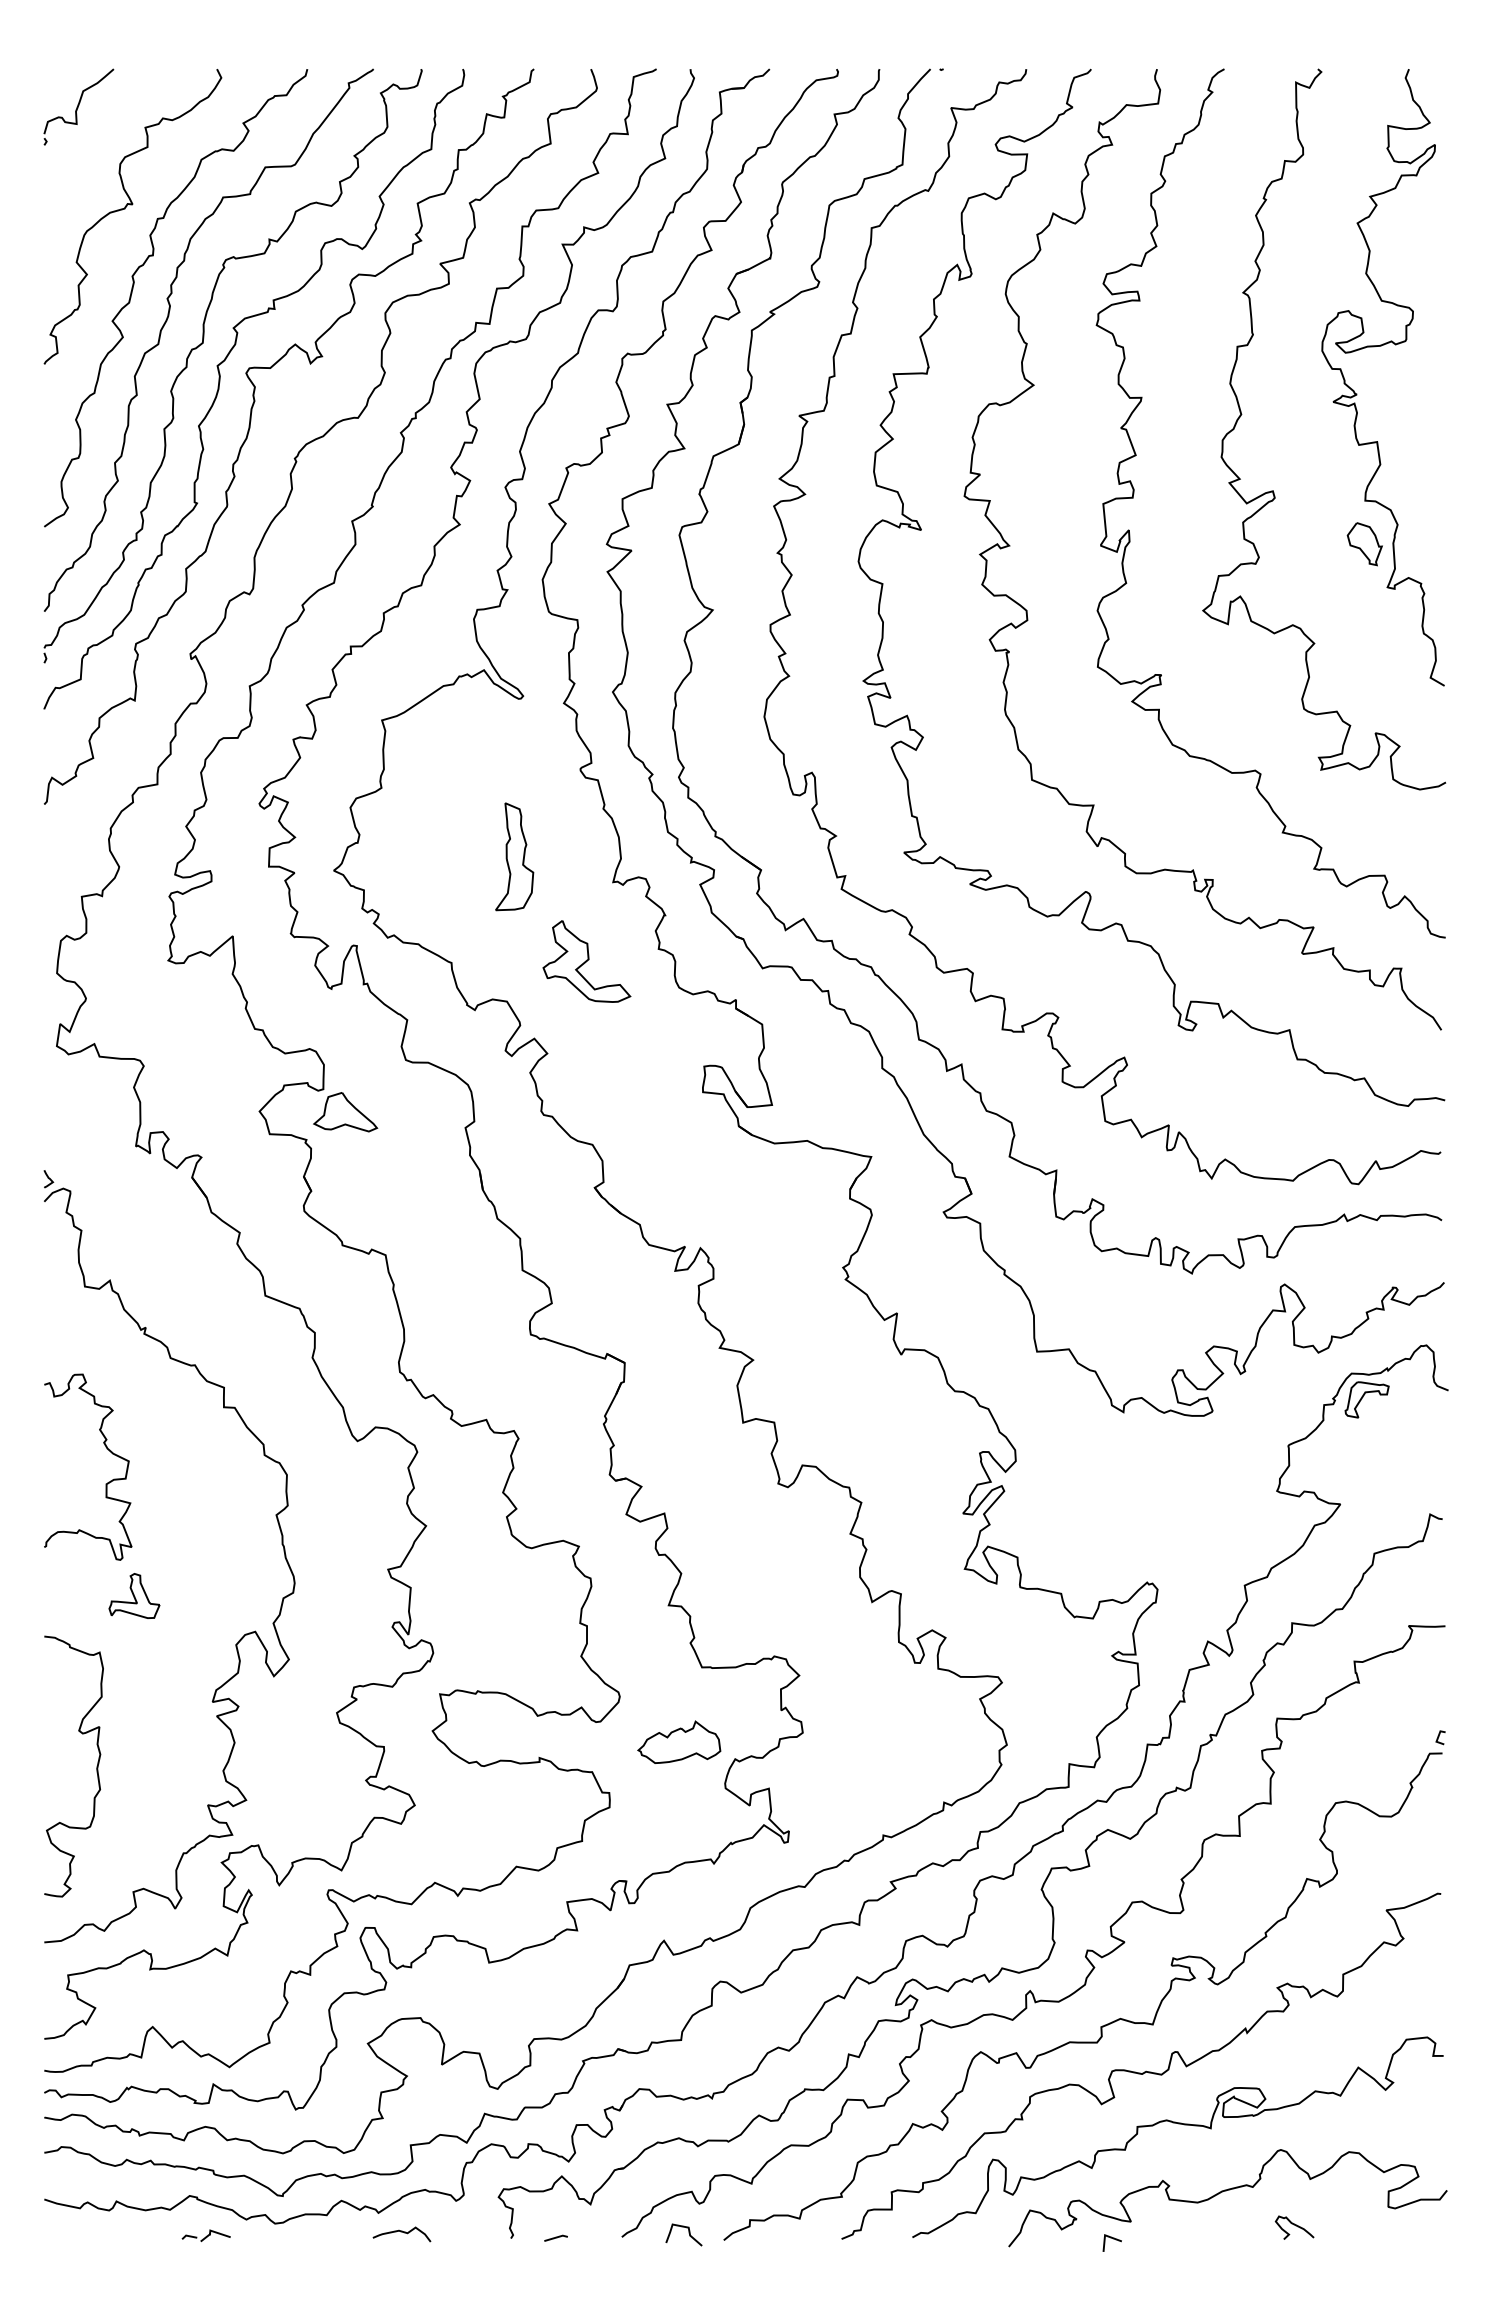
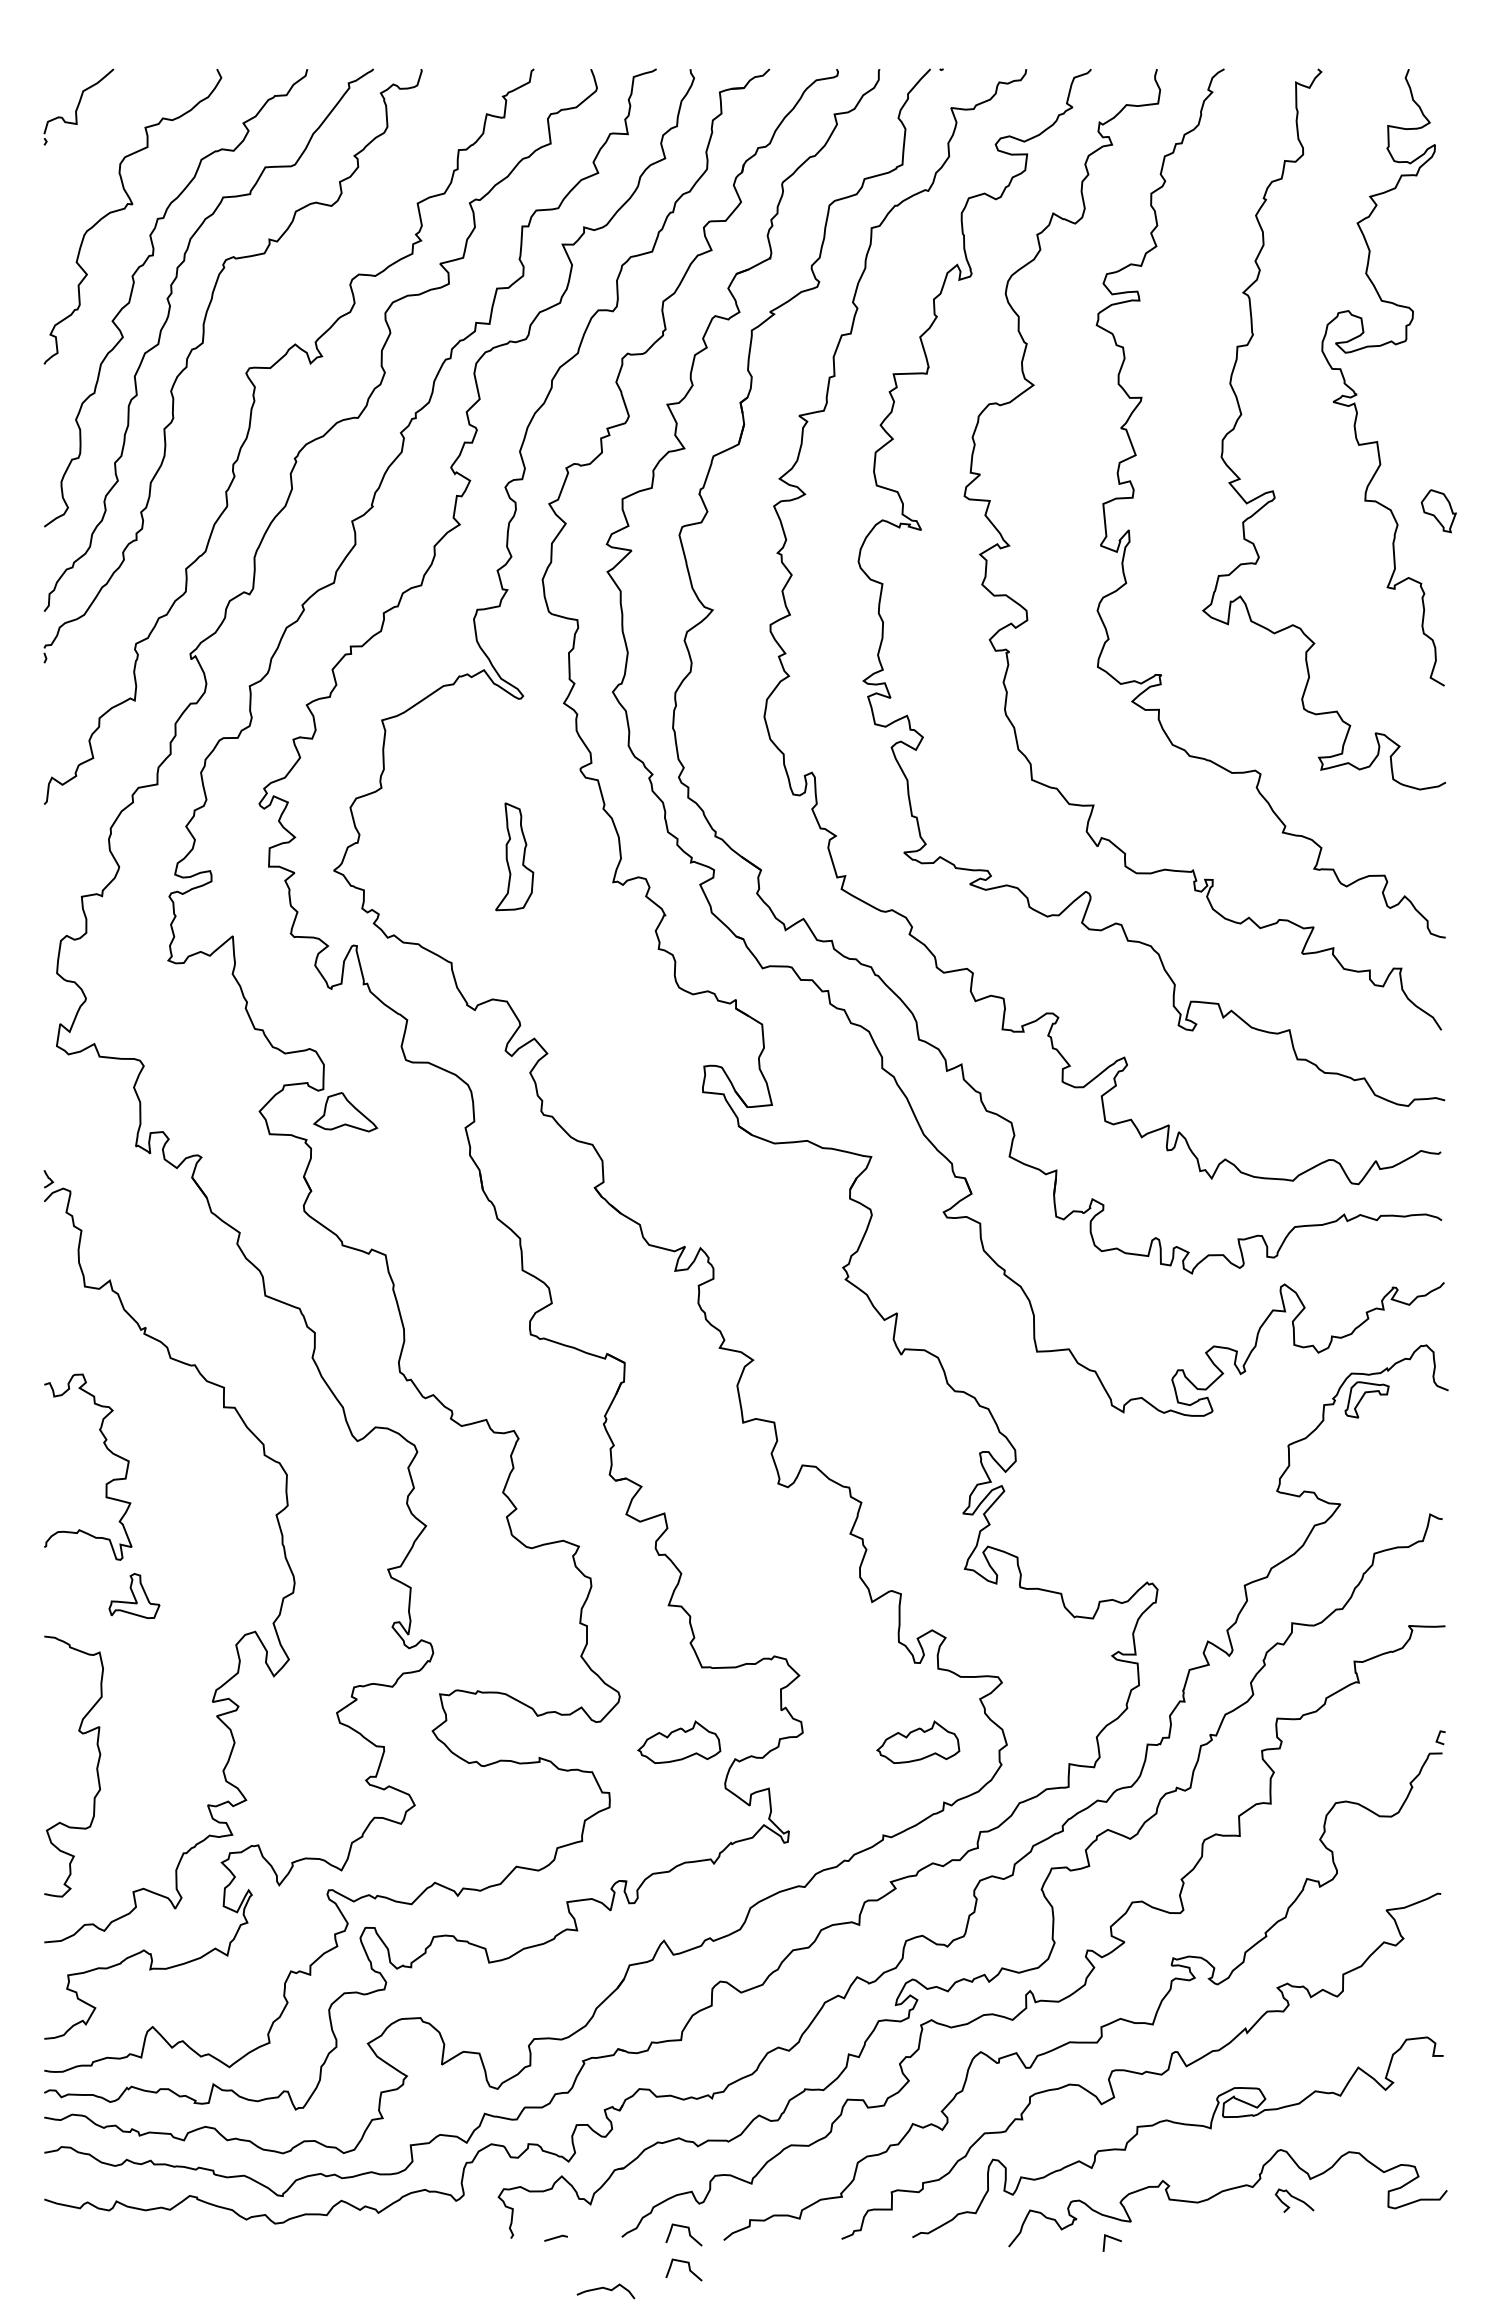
curve at (220, 382): present -> none
part at (1364, 544) position: (1364, 544) -> (1438, 511)
part at (586, 961): present -> none
part at (918, 1741): none -> present
curve at (1295, 2226) position: (1295, 2226) -> (1295, 2199)
curve at (401, 2232) position: (401, 2232) -> (605, 2289)
part at (205, 2235): present -> none
curve at (688, 2268): none -> present
